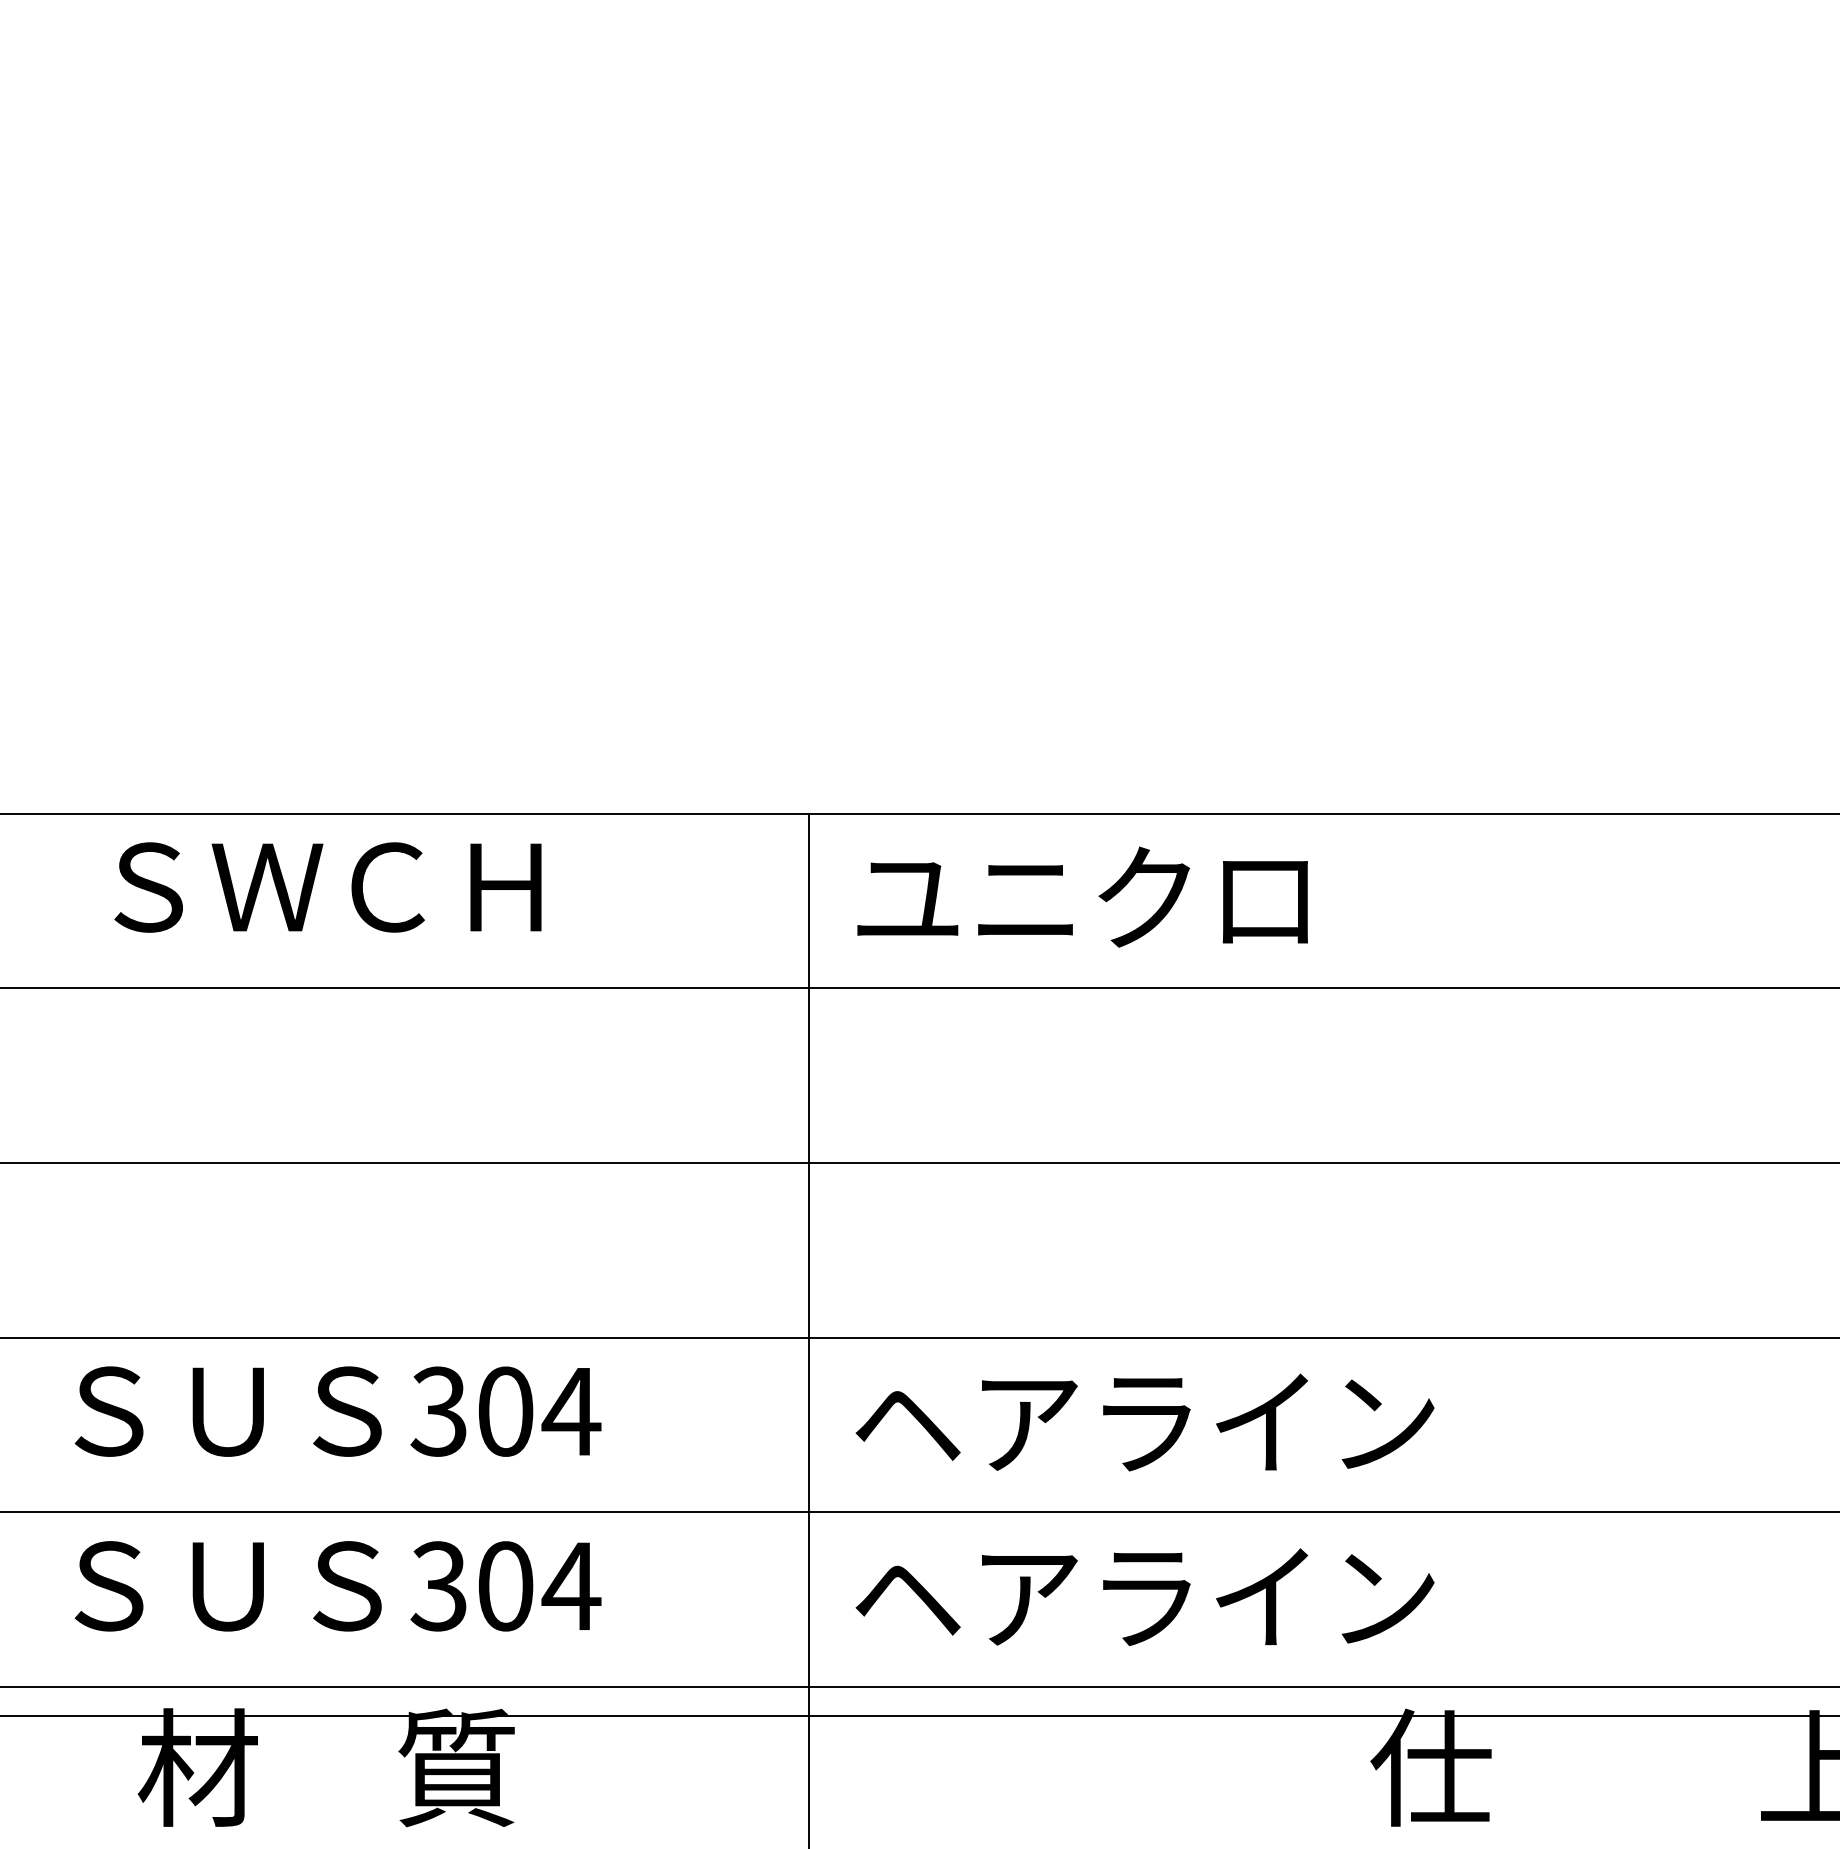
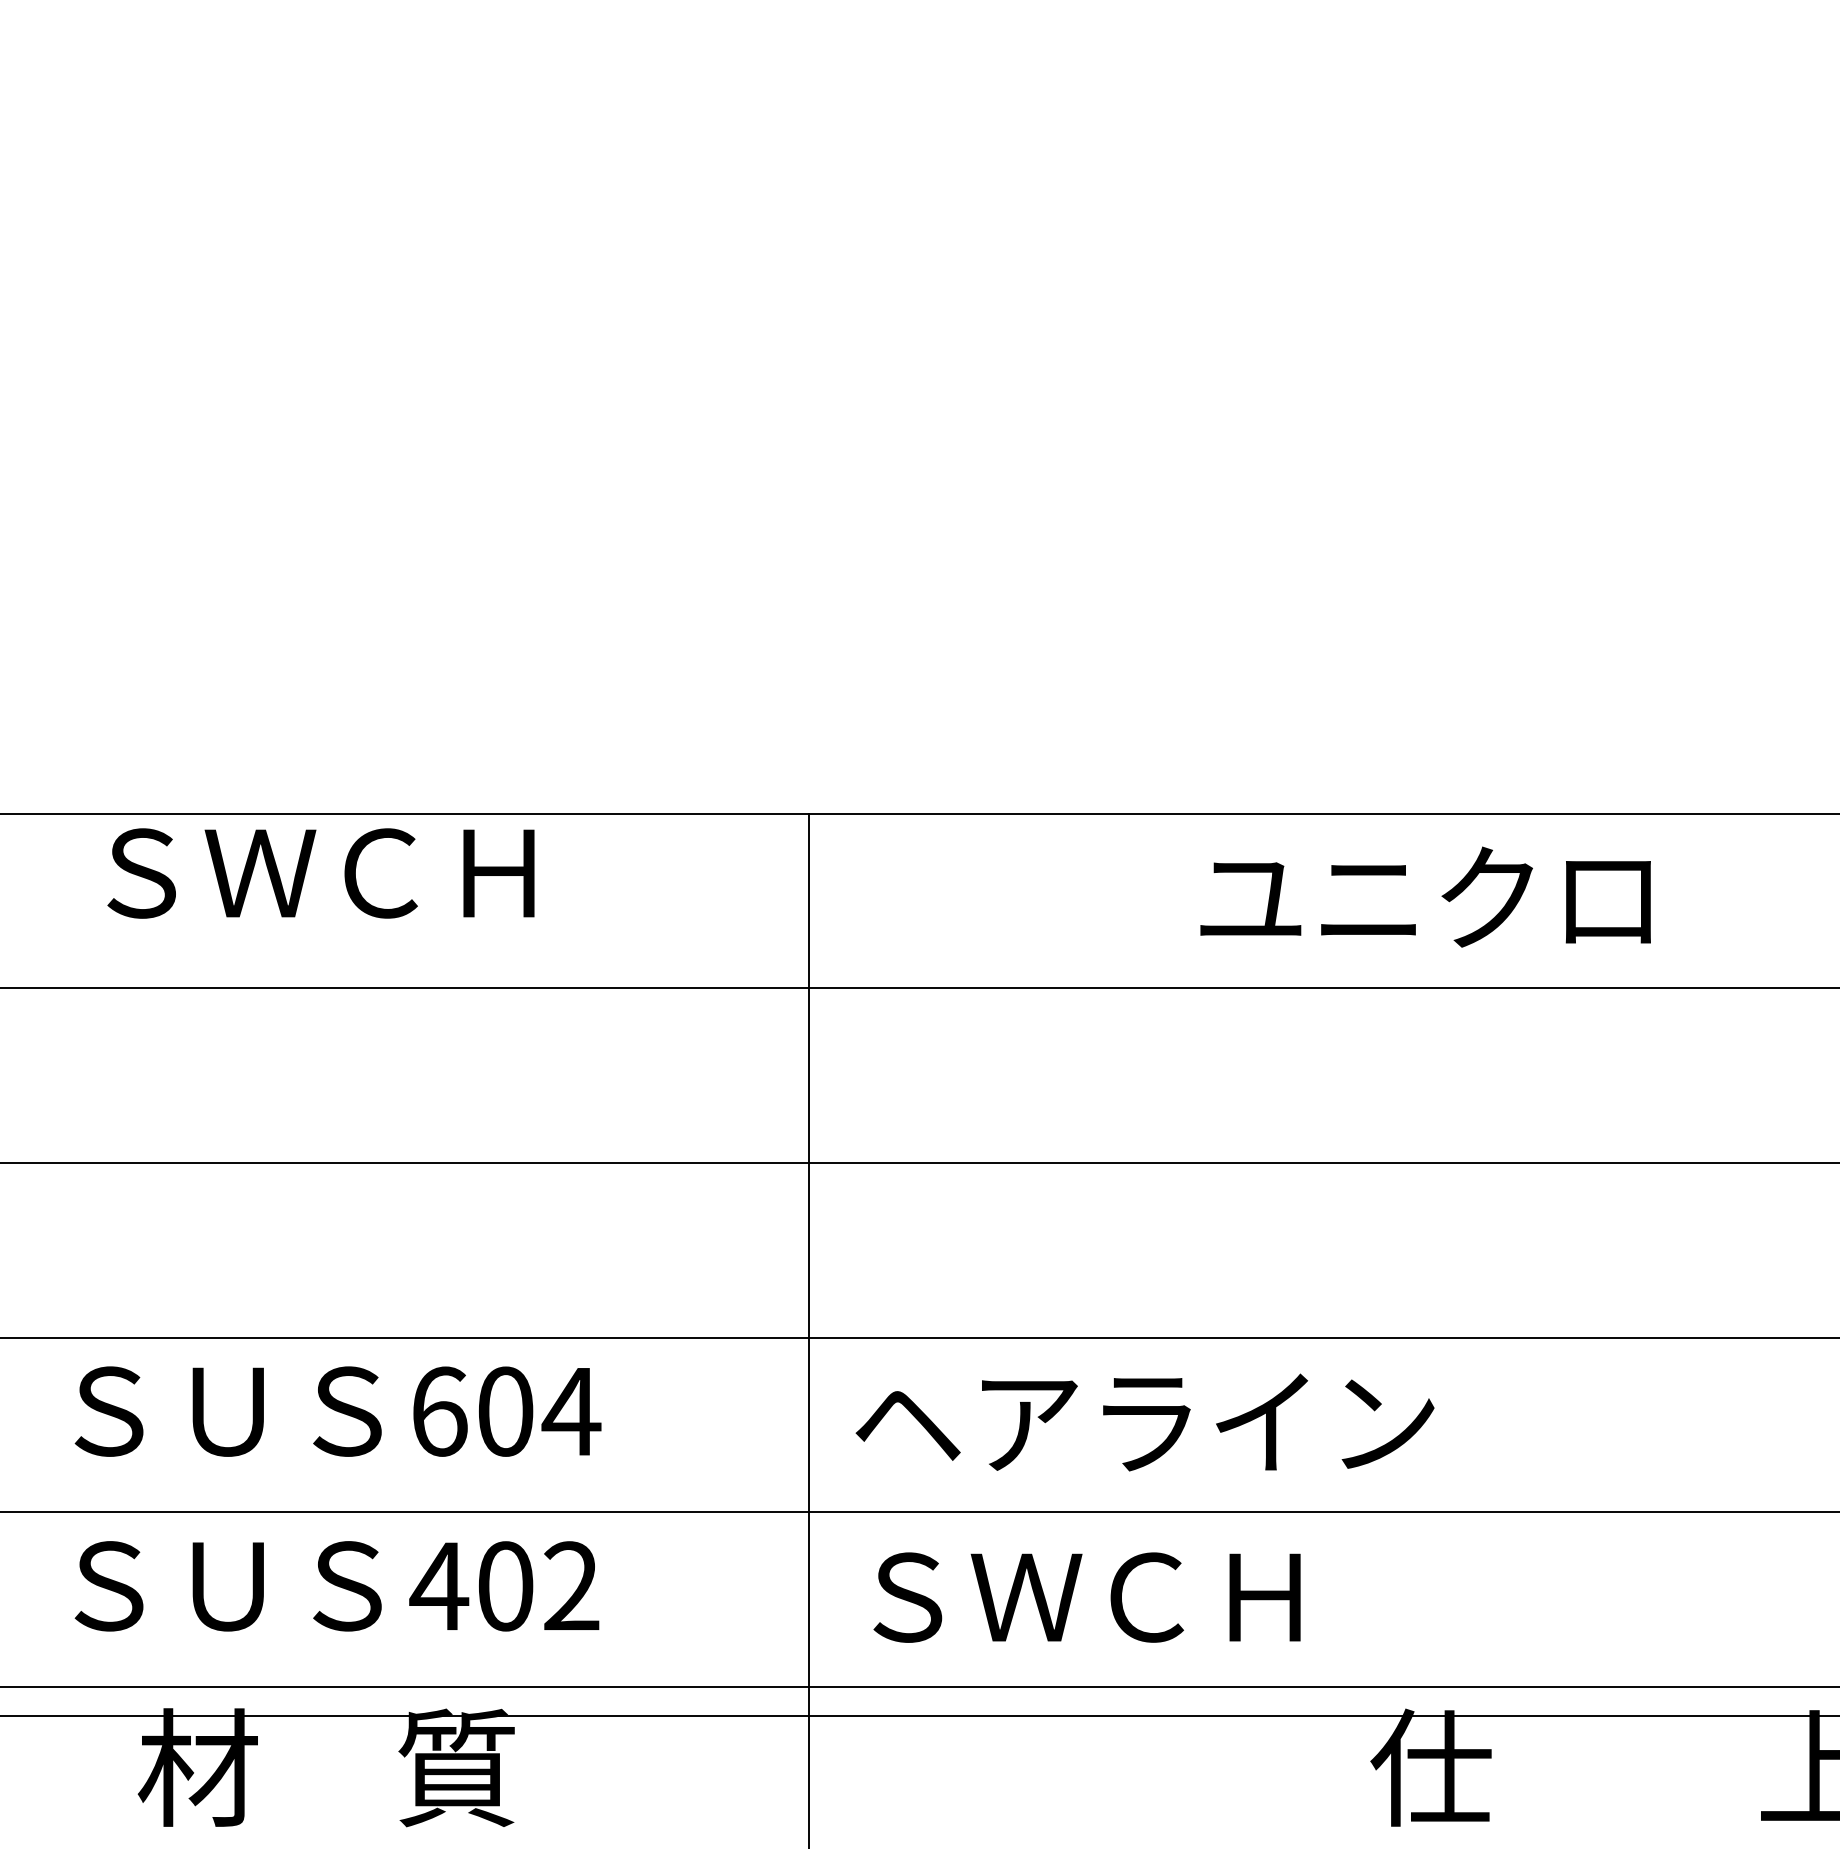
text at (327, 887) position: (327, 887) -> (320, 873)
text at (1082, 896) position: (1082, 896) -> (1425, 896)
text at (438, 1411): 304 -> 604
text at (505, 1586): 304 -> 402
text at (1144, 1597): ヘアライン -> ＳＷＣＨ
